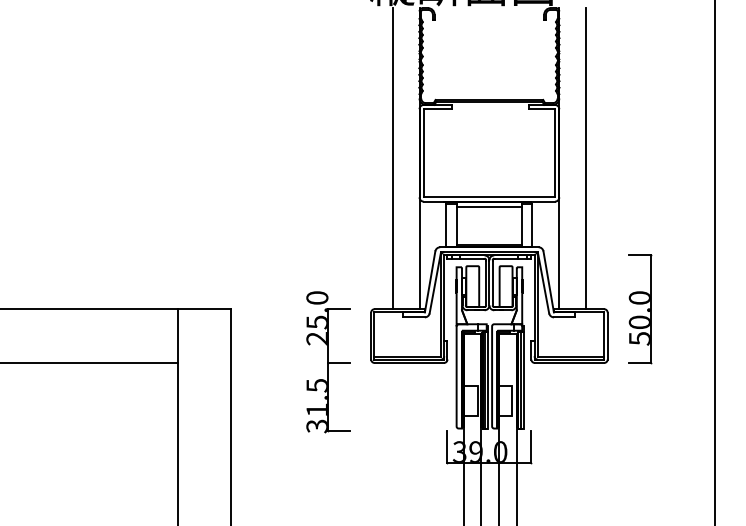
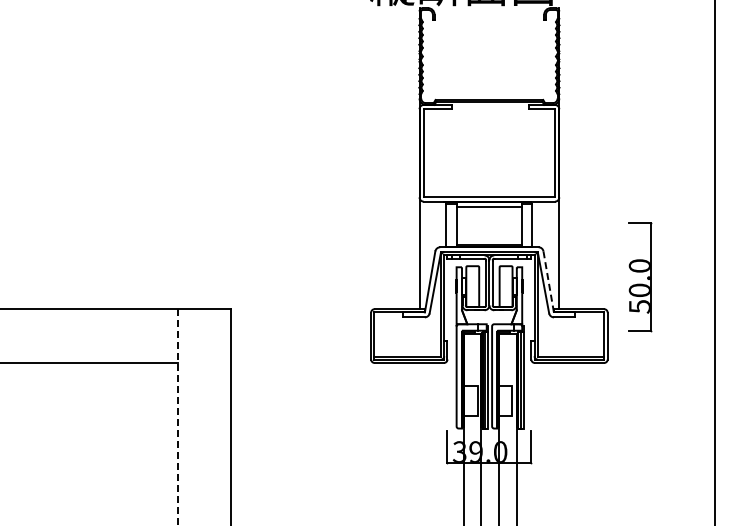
line at (392, 158): present -> none
line at (586, 158): present -> none
line at (548, 281): solid -> dashed
part at (640, 309) position: (640, 309) -> (640, 277)
part at (328, 362): present -> none
line at (177, 418): solid -> dashed
